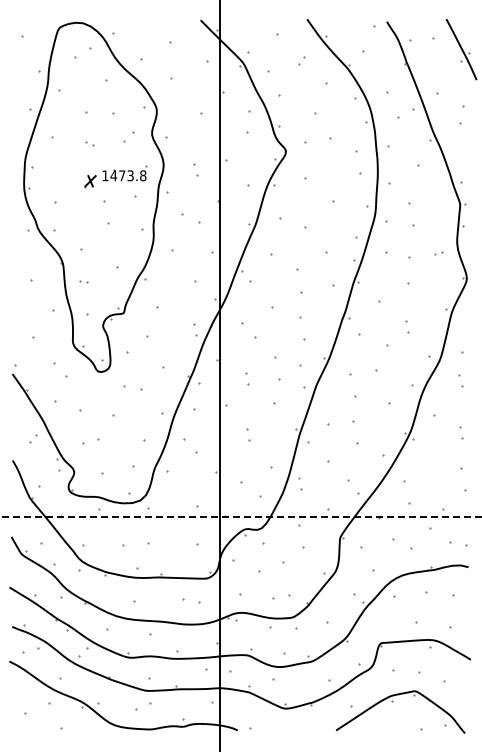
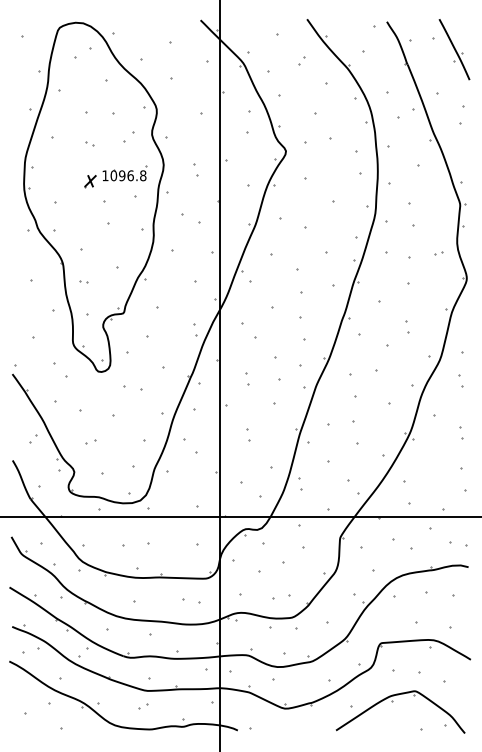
part at (461, 49) position: (461, 49) -> (454, 49)
text at (121, 175): 1473.8 -> 1096.8
part at (90, 441) size: 18x7 px -> 12x6 px
line at (240, 516): dashed -> solid
part at (143, 706) size: 17x9 px -> 11x7 px
